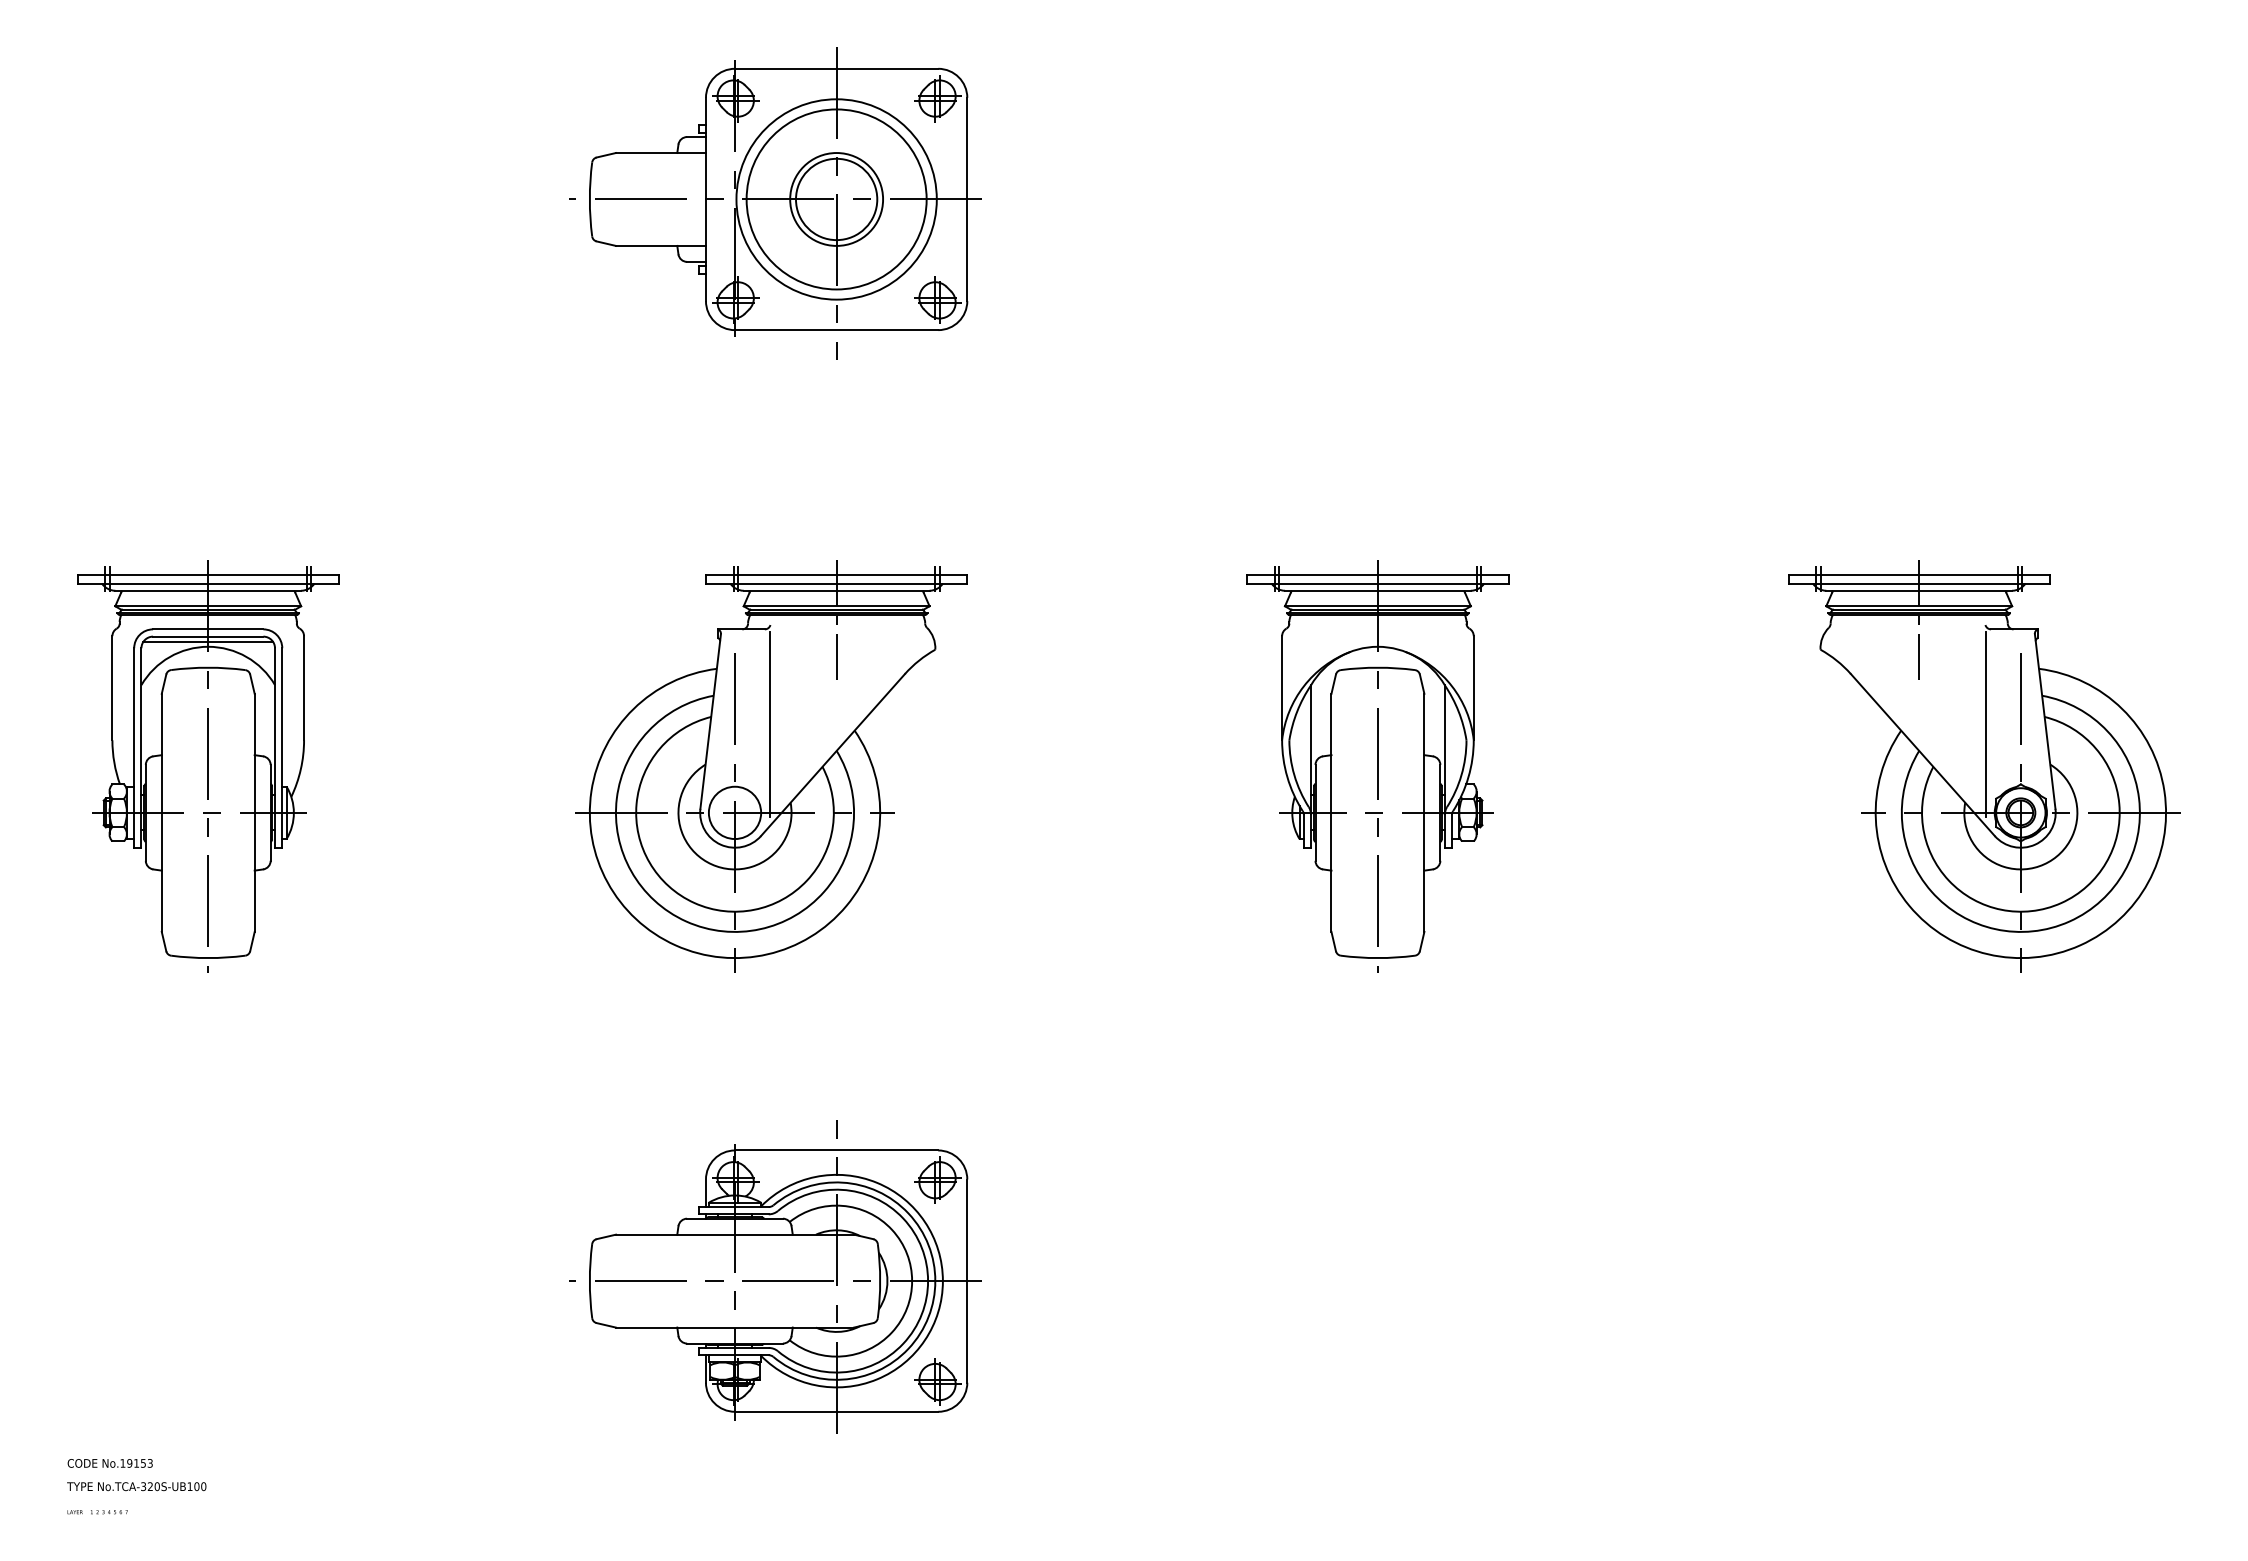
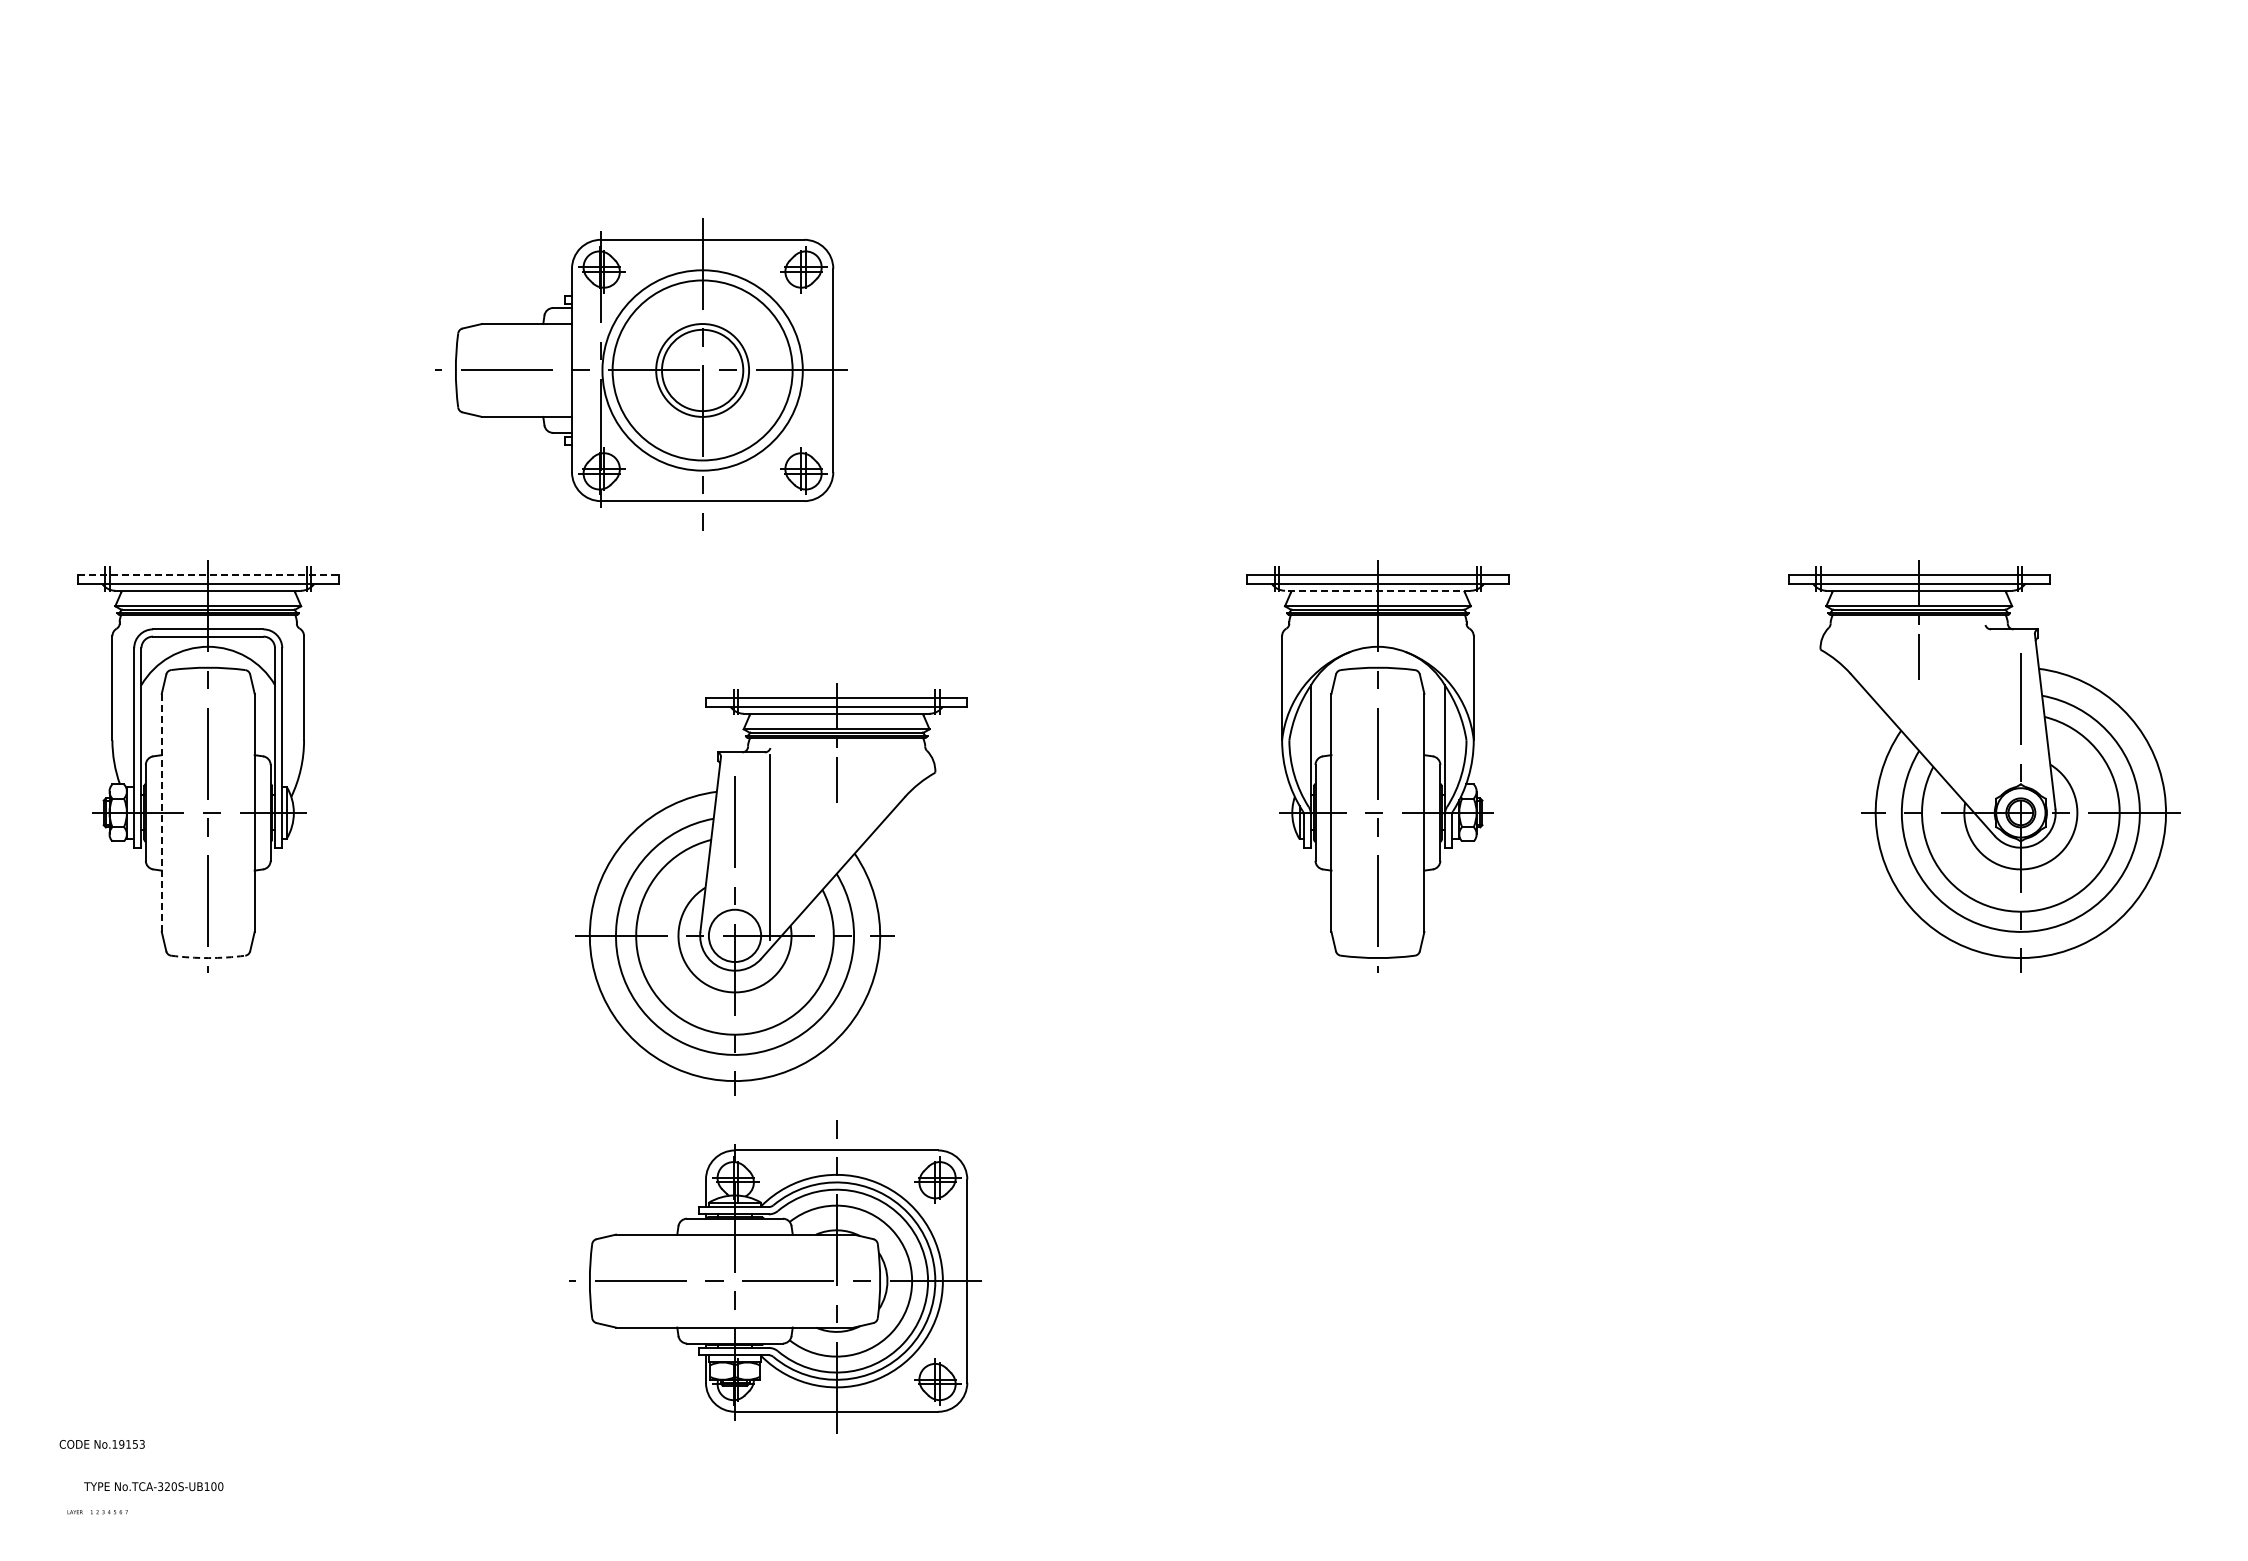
part at (775, 203) position: (775, 203) -> (641, 374)
line at (208, 574): solid -> dashed
line at (1377, 590): solid -> dashed
line at (208, 642): present -> none
line at (1986, 724): present -> none
part at (771, 766) position: (771, 766) -> (771, 889)
line at (161, 812): solid -> dashed
arc at (208, 958): solid -> dashed
text at (109, 1463) position: (109, 1463) -> (101, 1444)
text at (136, 1486) position: (136, 1486) -> (153, 1486)
